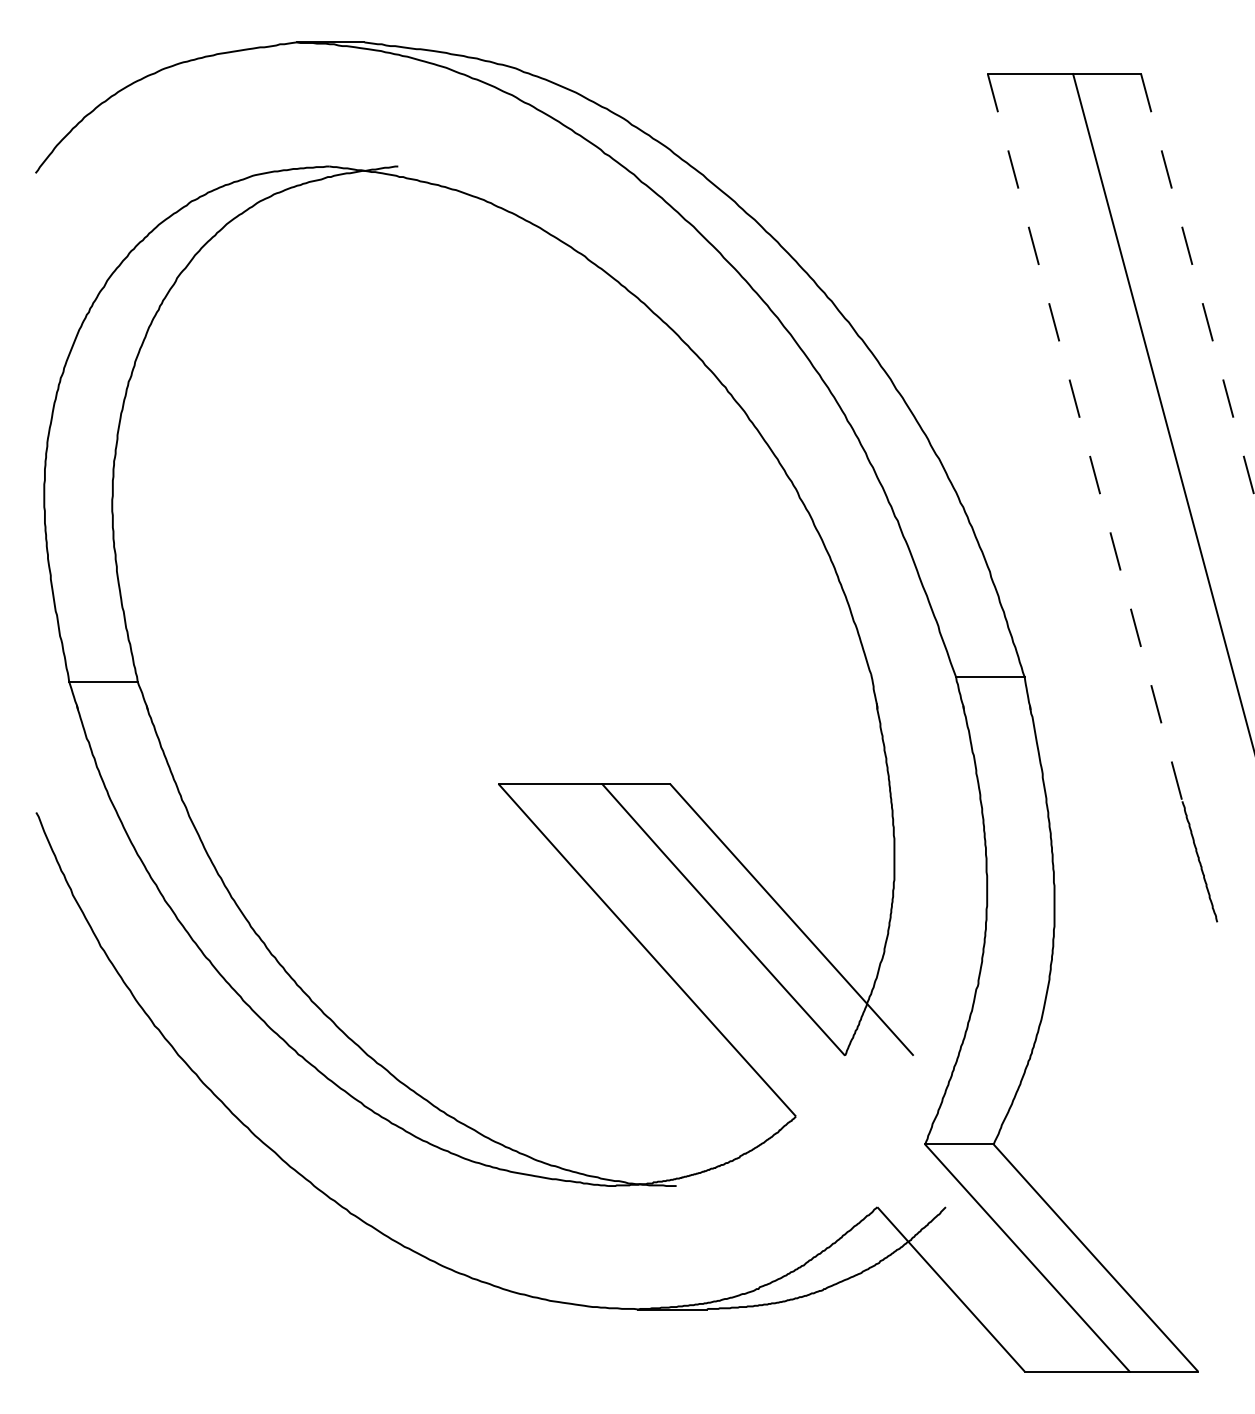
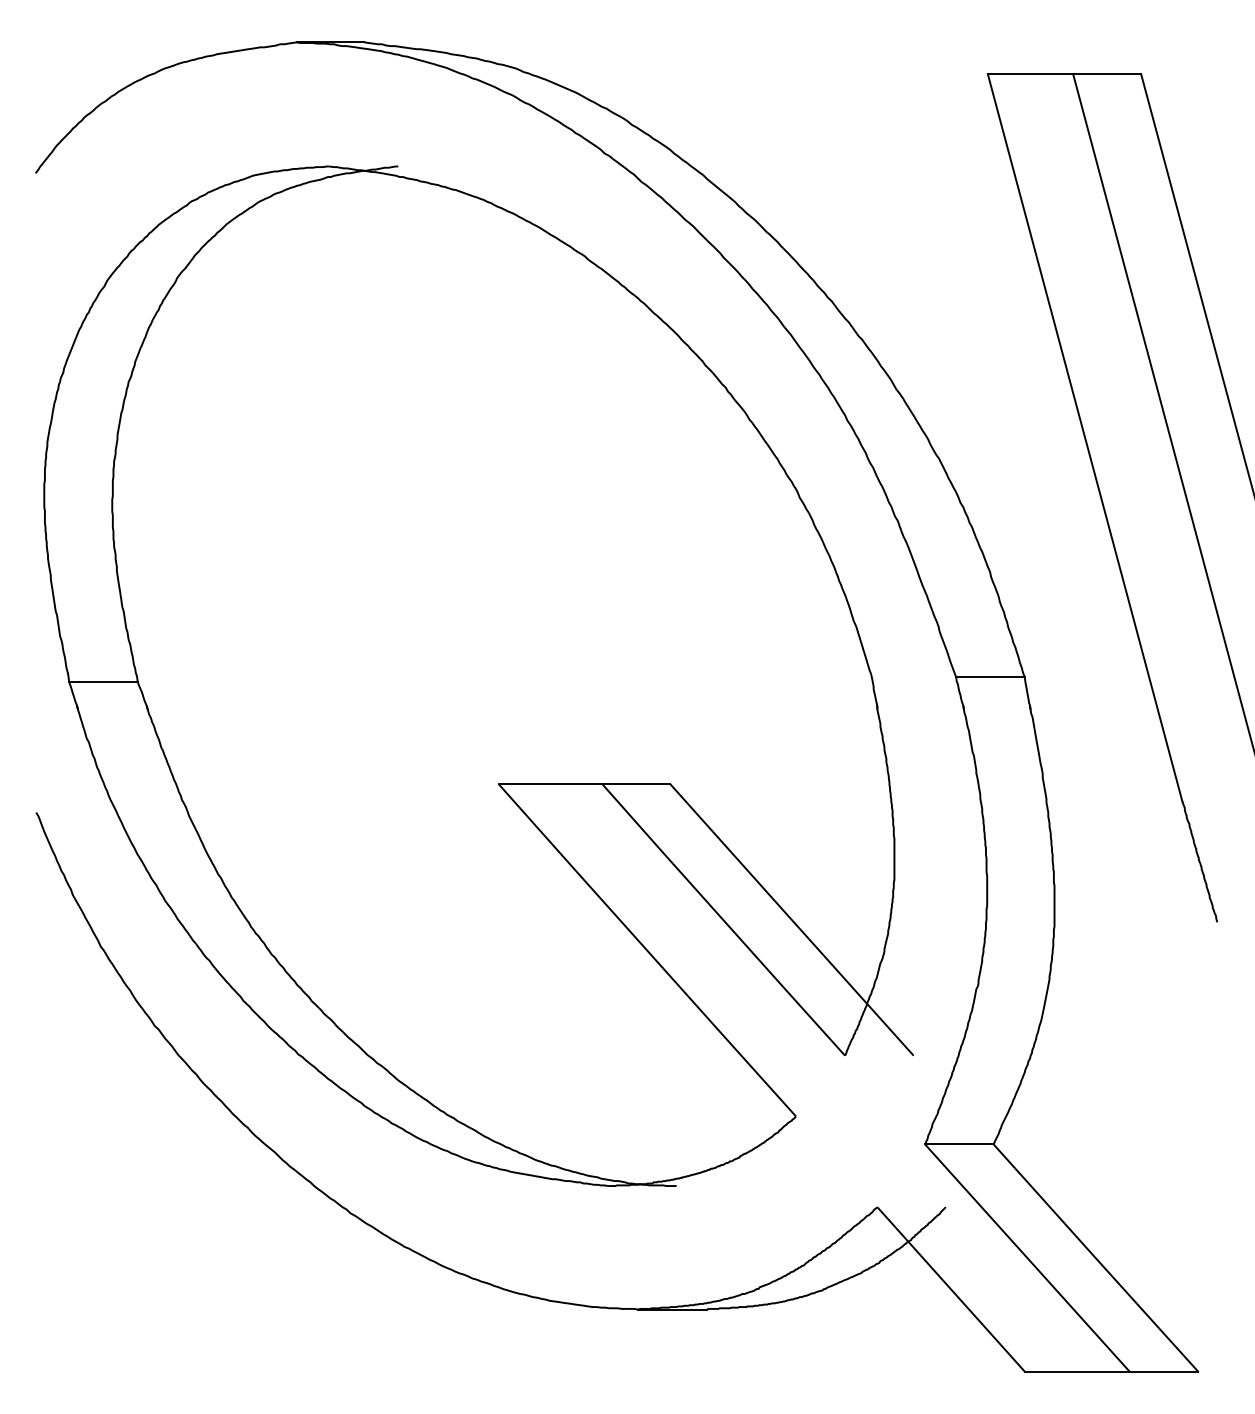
line at (1198, 286): dashed -> solid
line at (1085, 438): dashed -> solid
